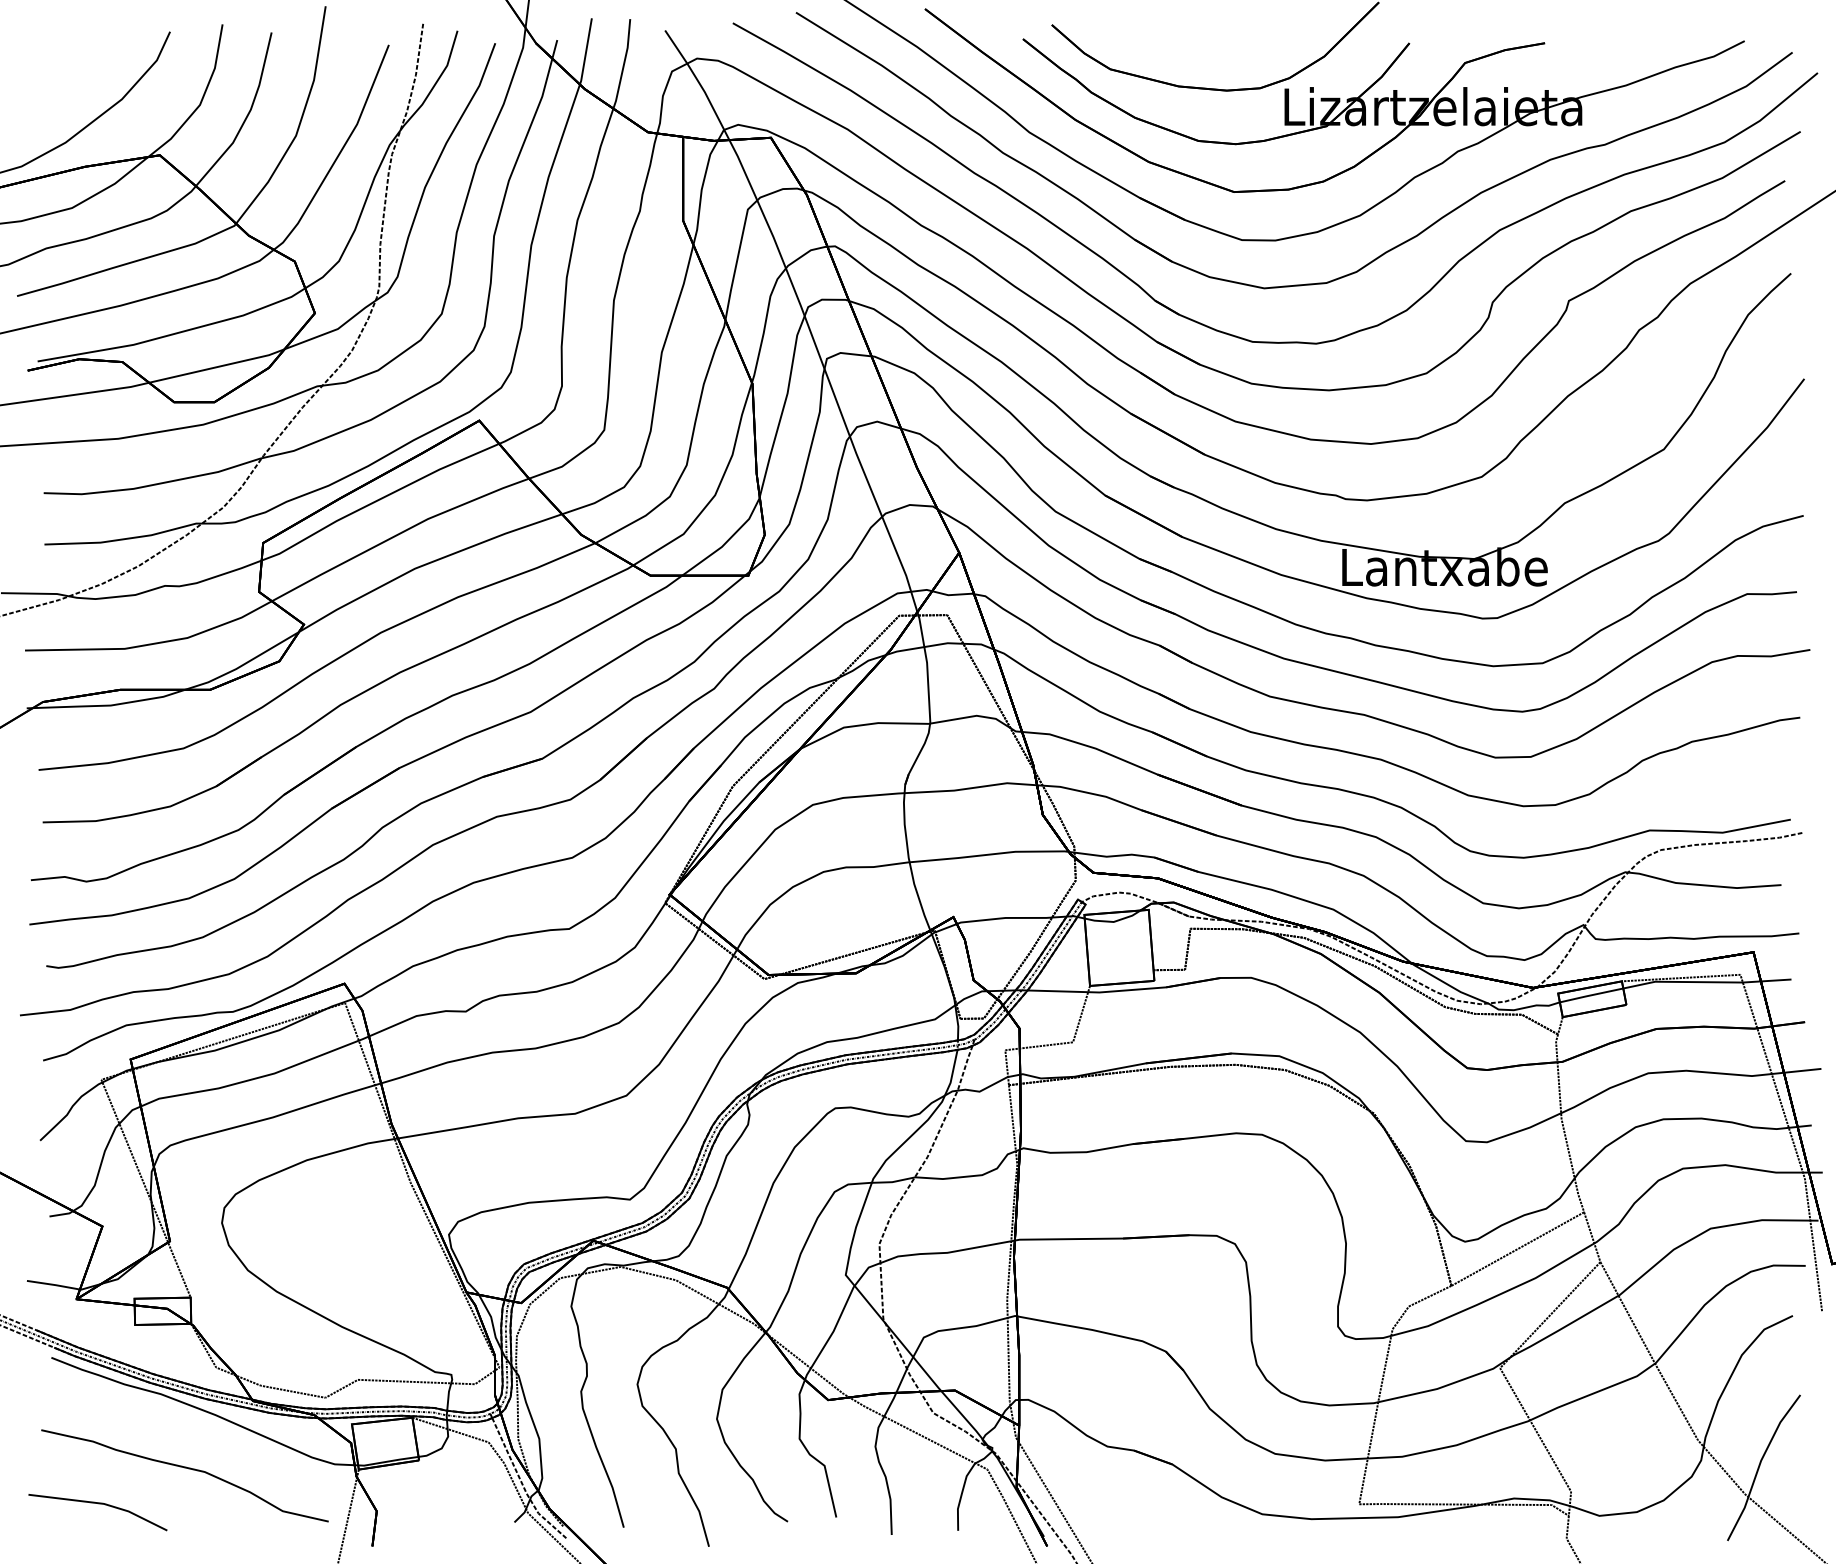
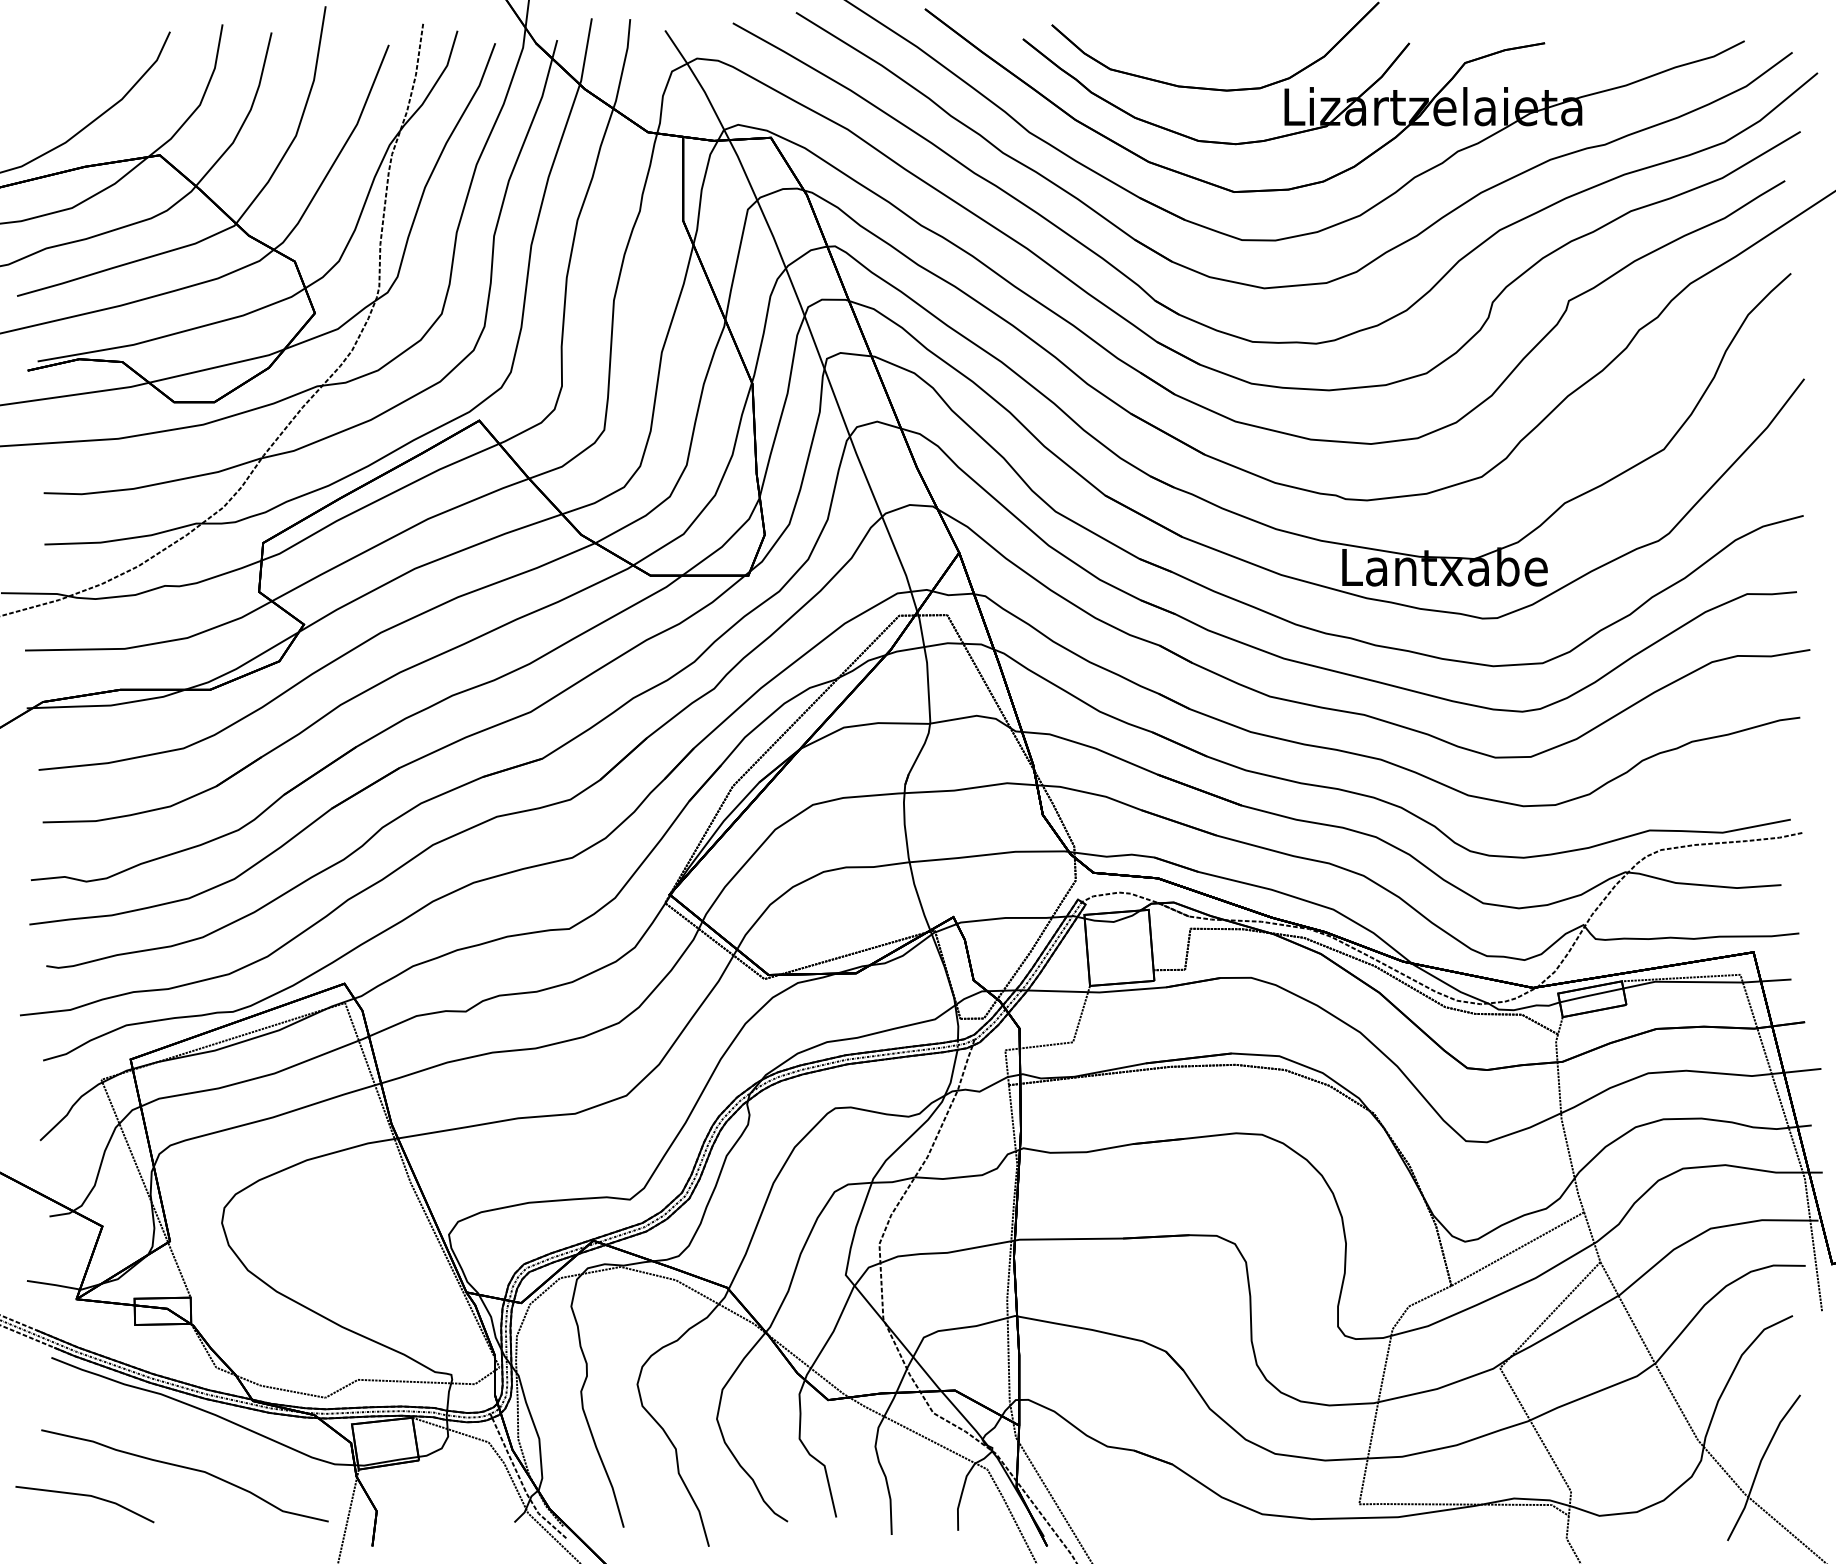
line at (98, 1504) position: (98, 1504) -> (85, 1496)
